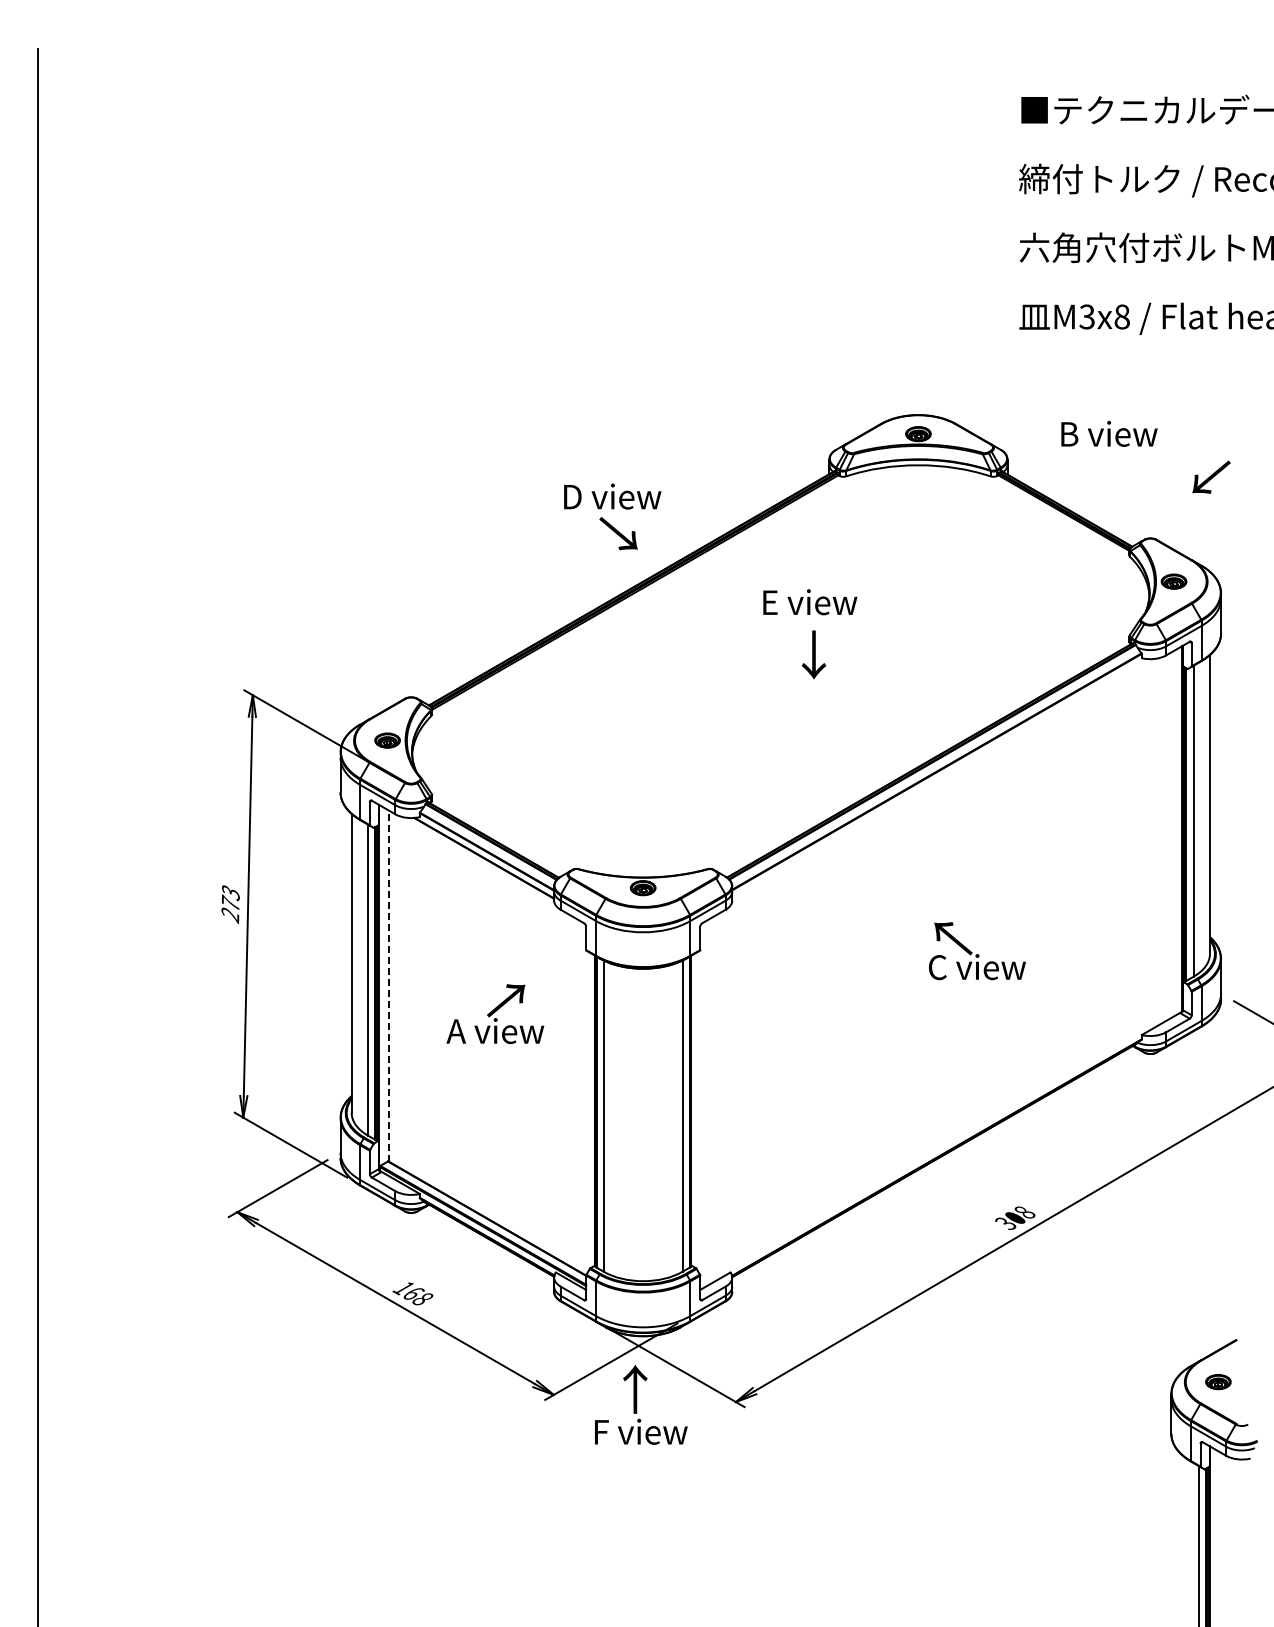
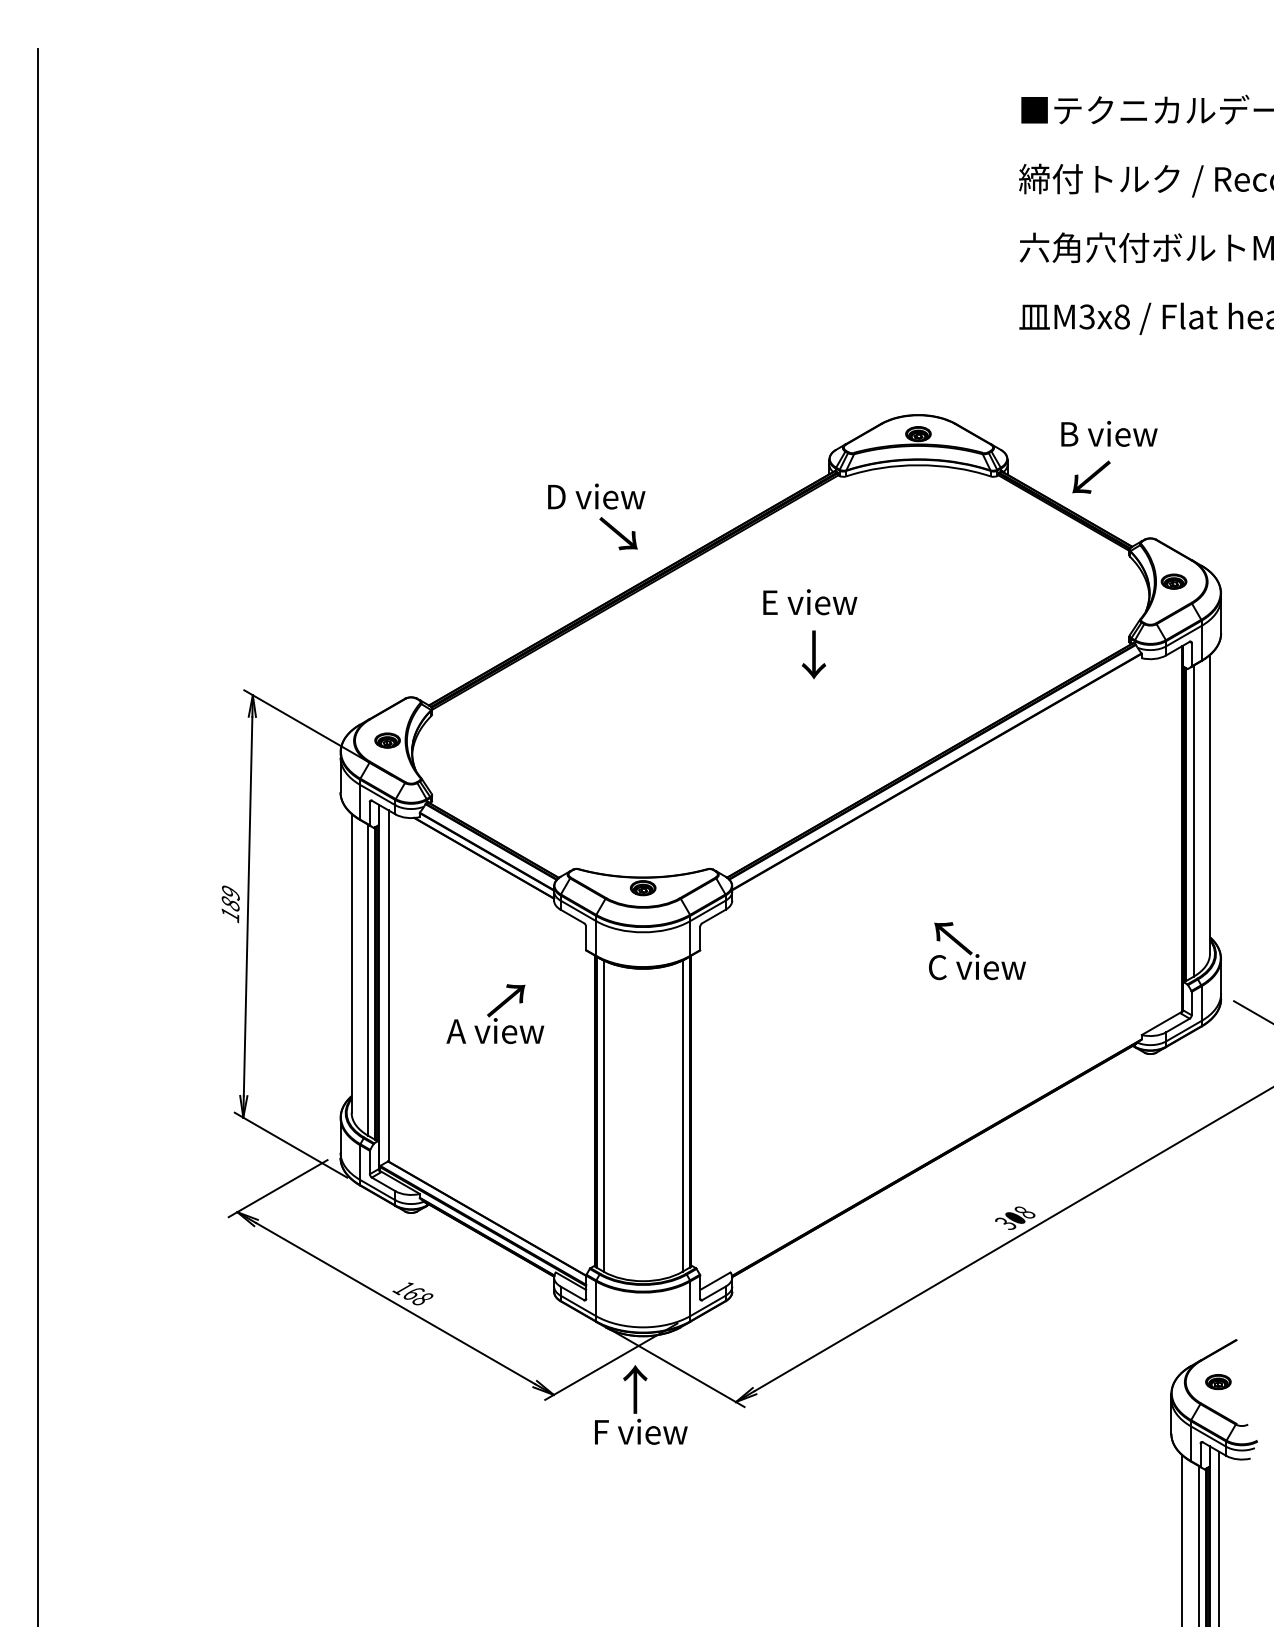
text at (1211, 476) position: (1211, 476) -> (1091, 476)
text at (612, 496) position: (612, 496) -> (596, 496)
text at (230, 904): 273 -> 189
line at (388, 985): dashed -> solid
line at (1219, 1537): none -> present
line at (1182, 1539): none -> present
